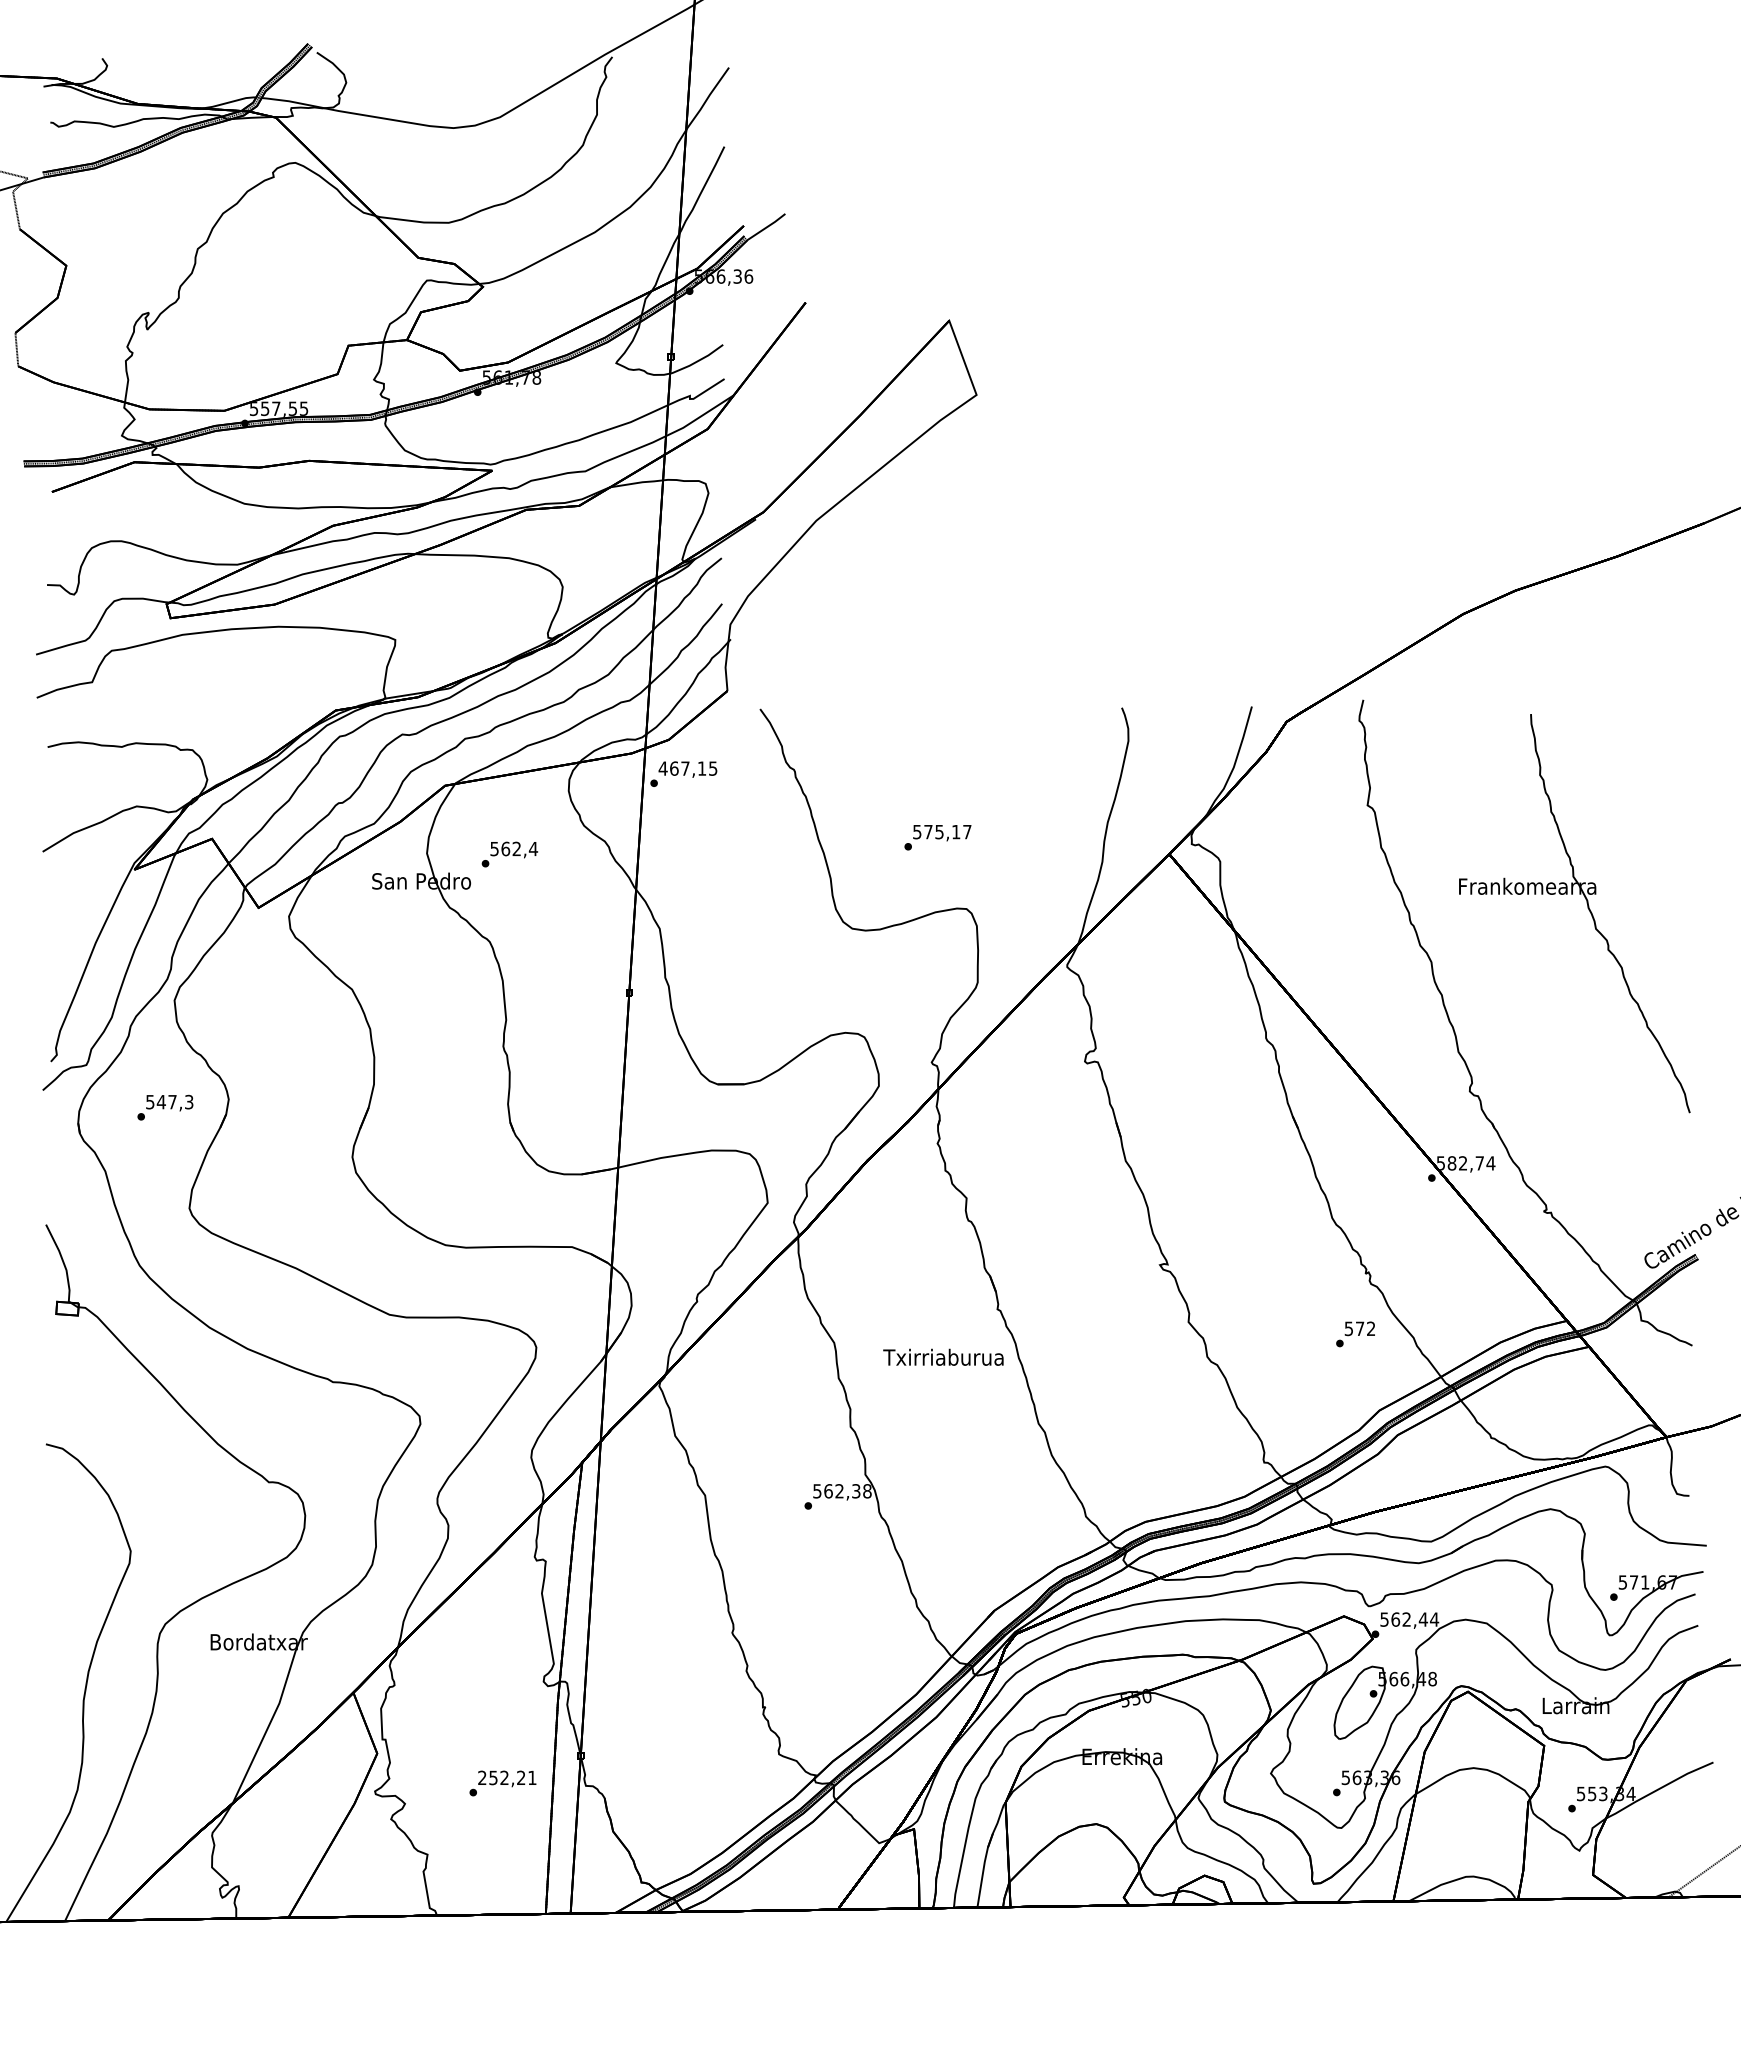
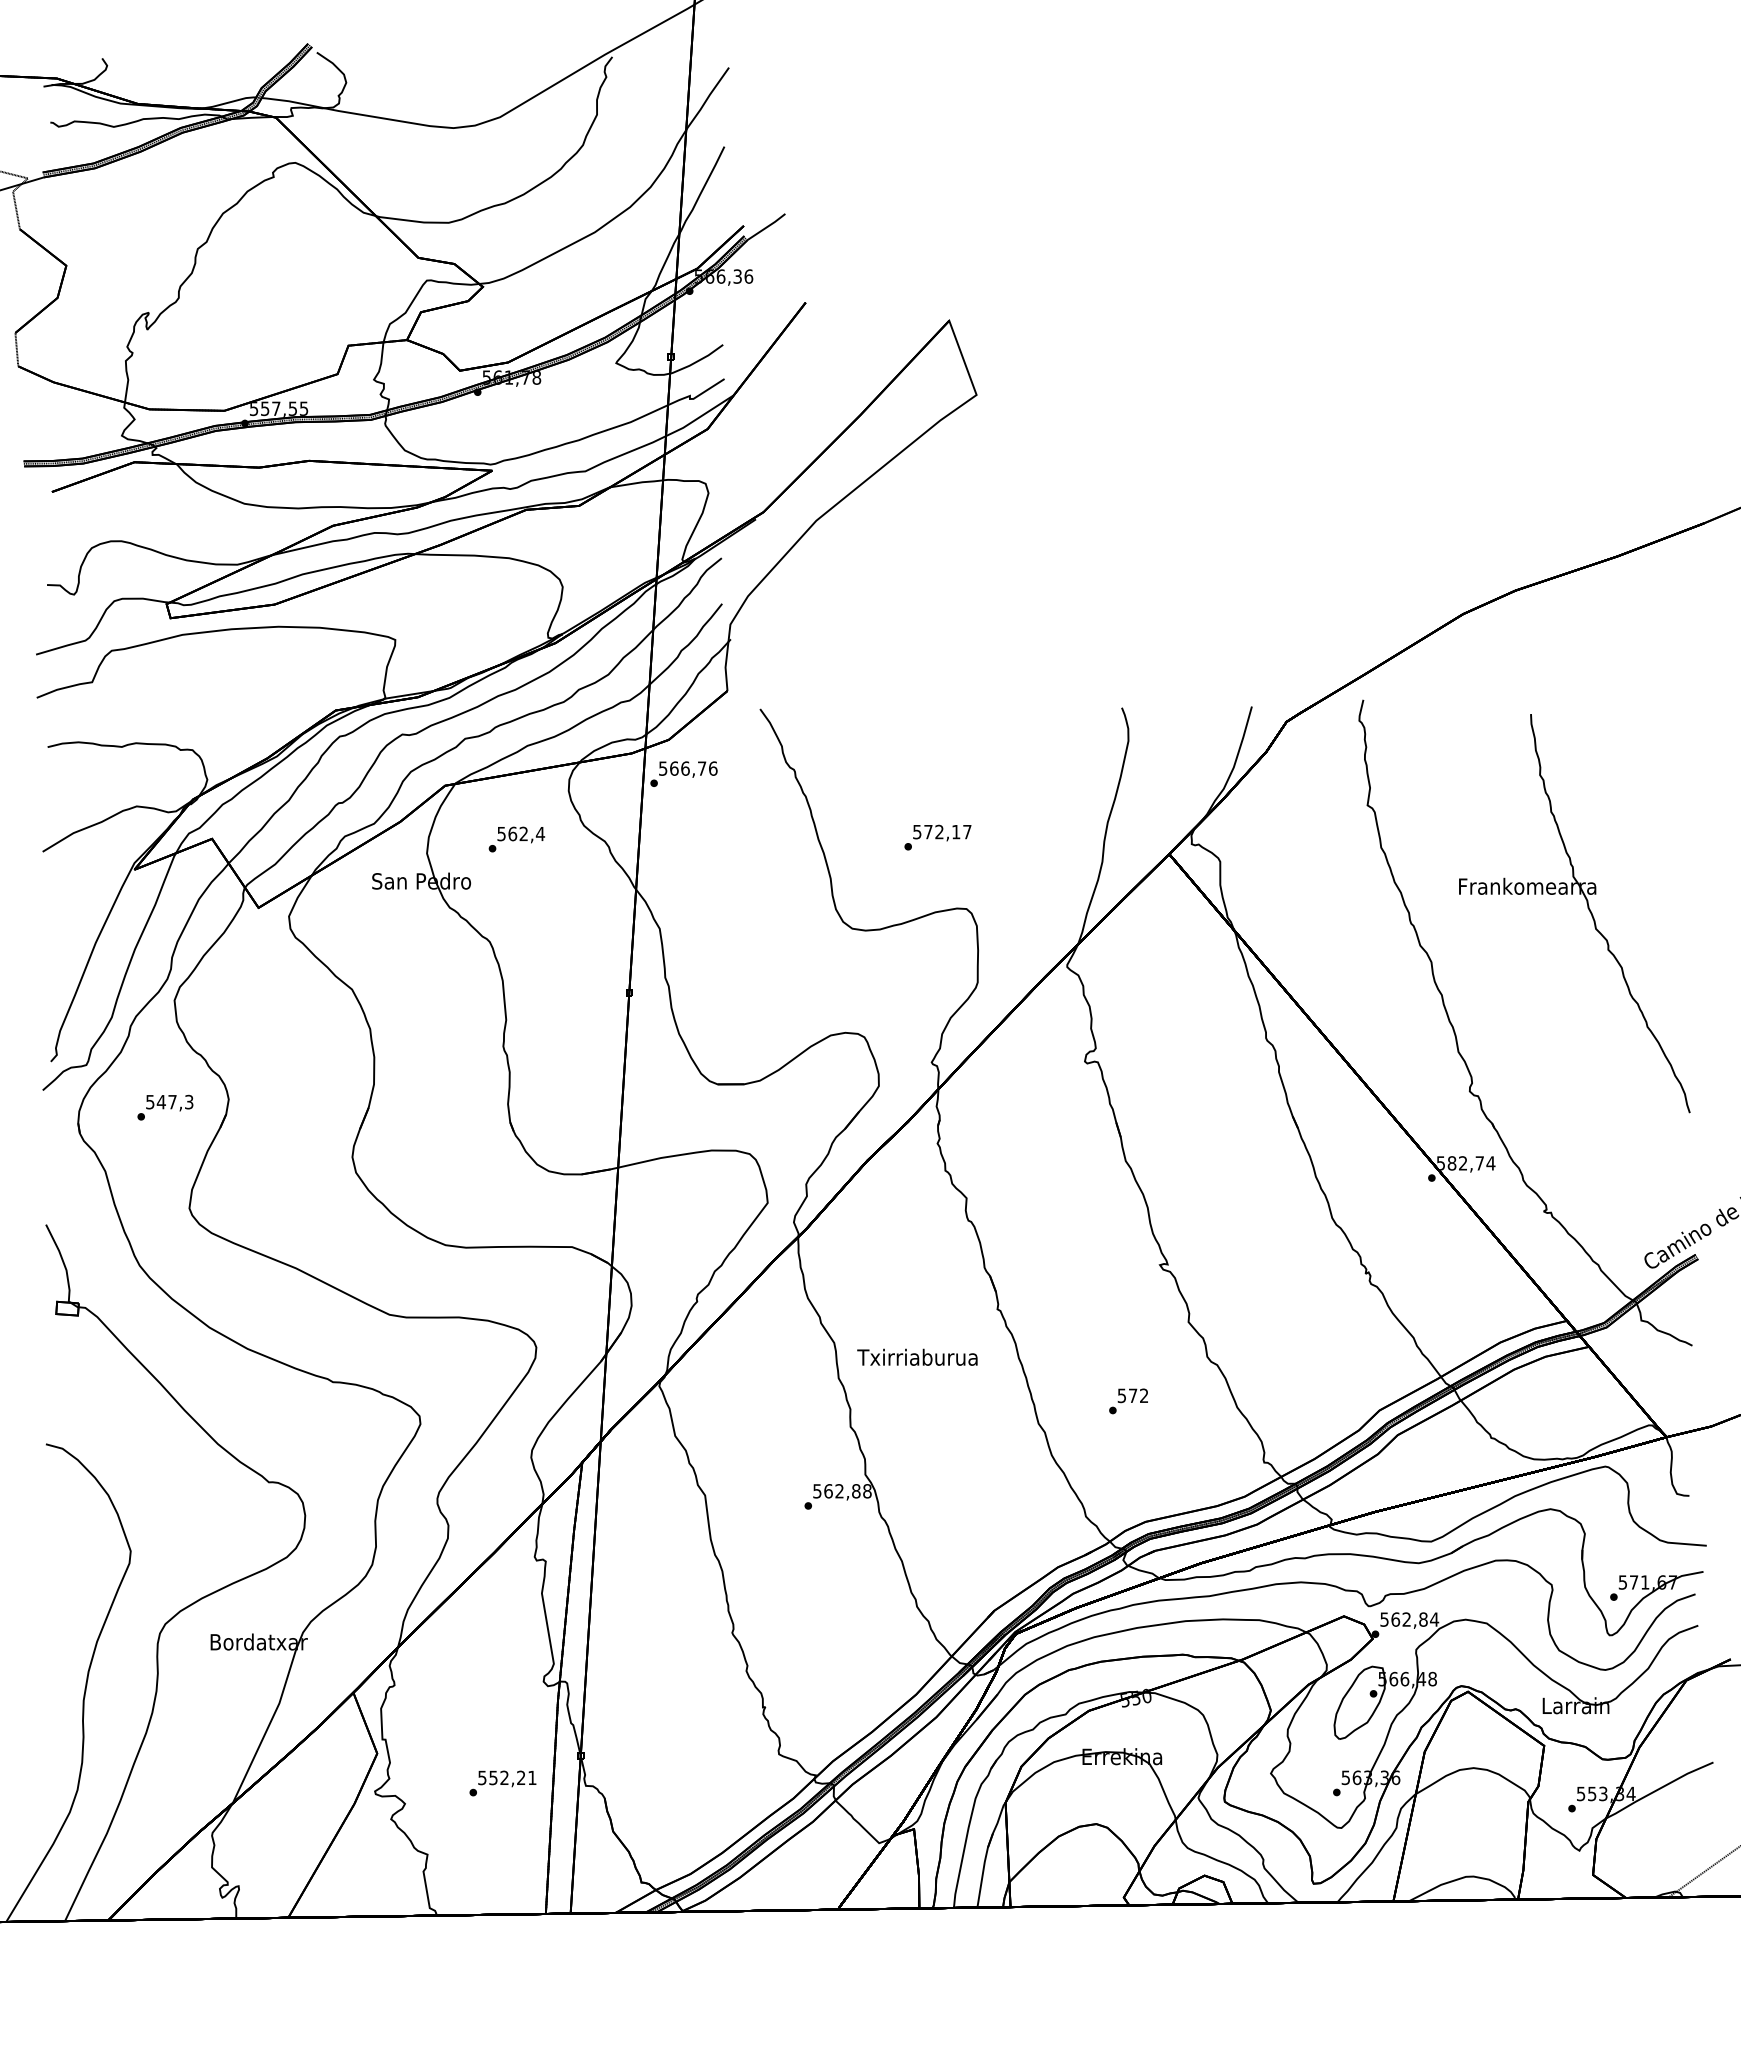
text at (687, 768): 467,15 -> 566,76
text at (939, 831): 575,17 -> 572,17
text at (509, 854) position: (509, 854) -> (516, 839)
text at (1355, 1334) position: (1355, 1334) -> (1128, 1401)
text at (943, 1356) position: (943, 1356) -> (917, 1356)
text at (856, 1491): 562,38 -> 562,88
text at (1423, 1619): 562,44 -> 562,84
text at (482, 1777): 252,21 -> 552,21
